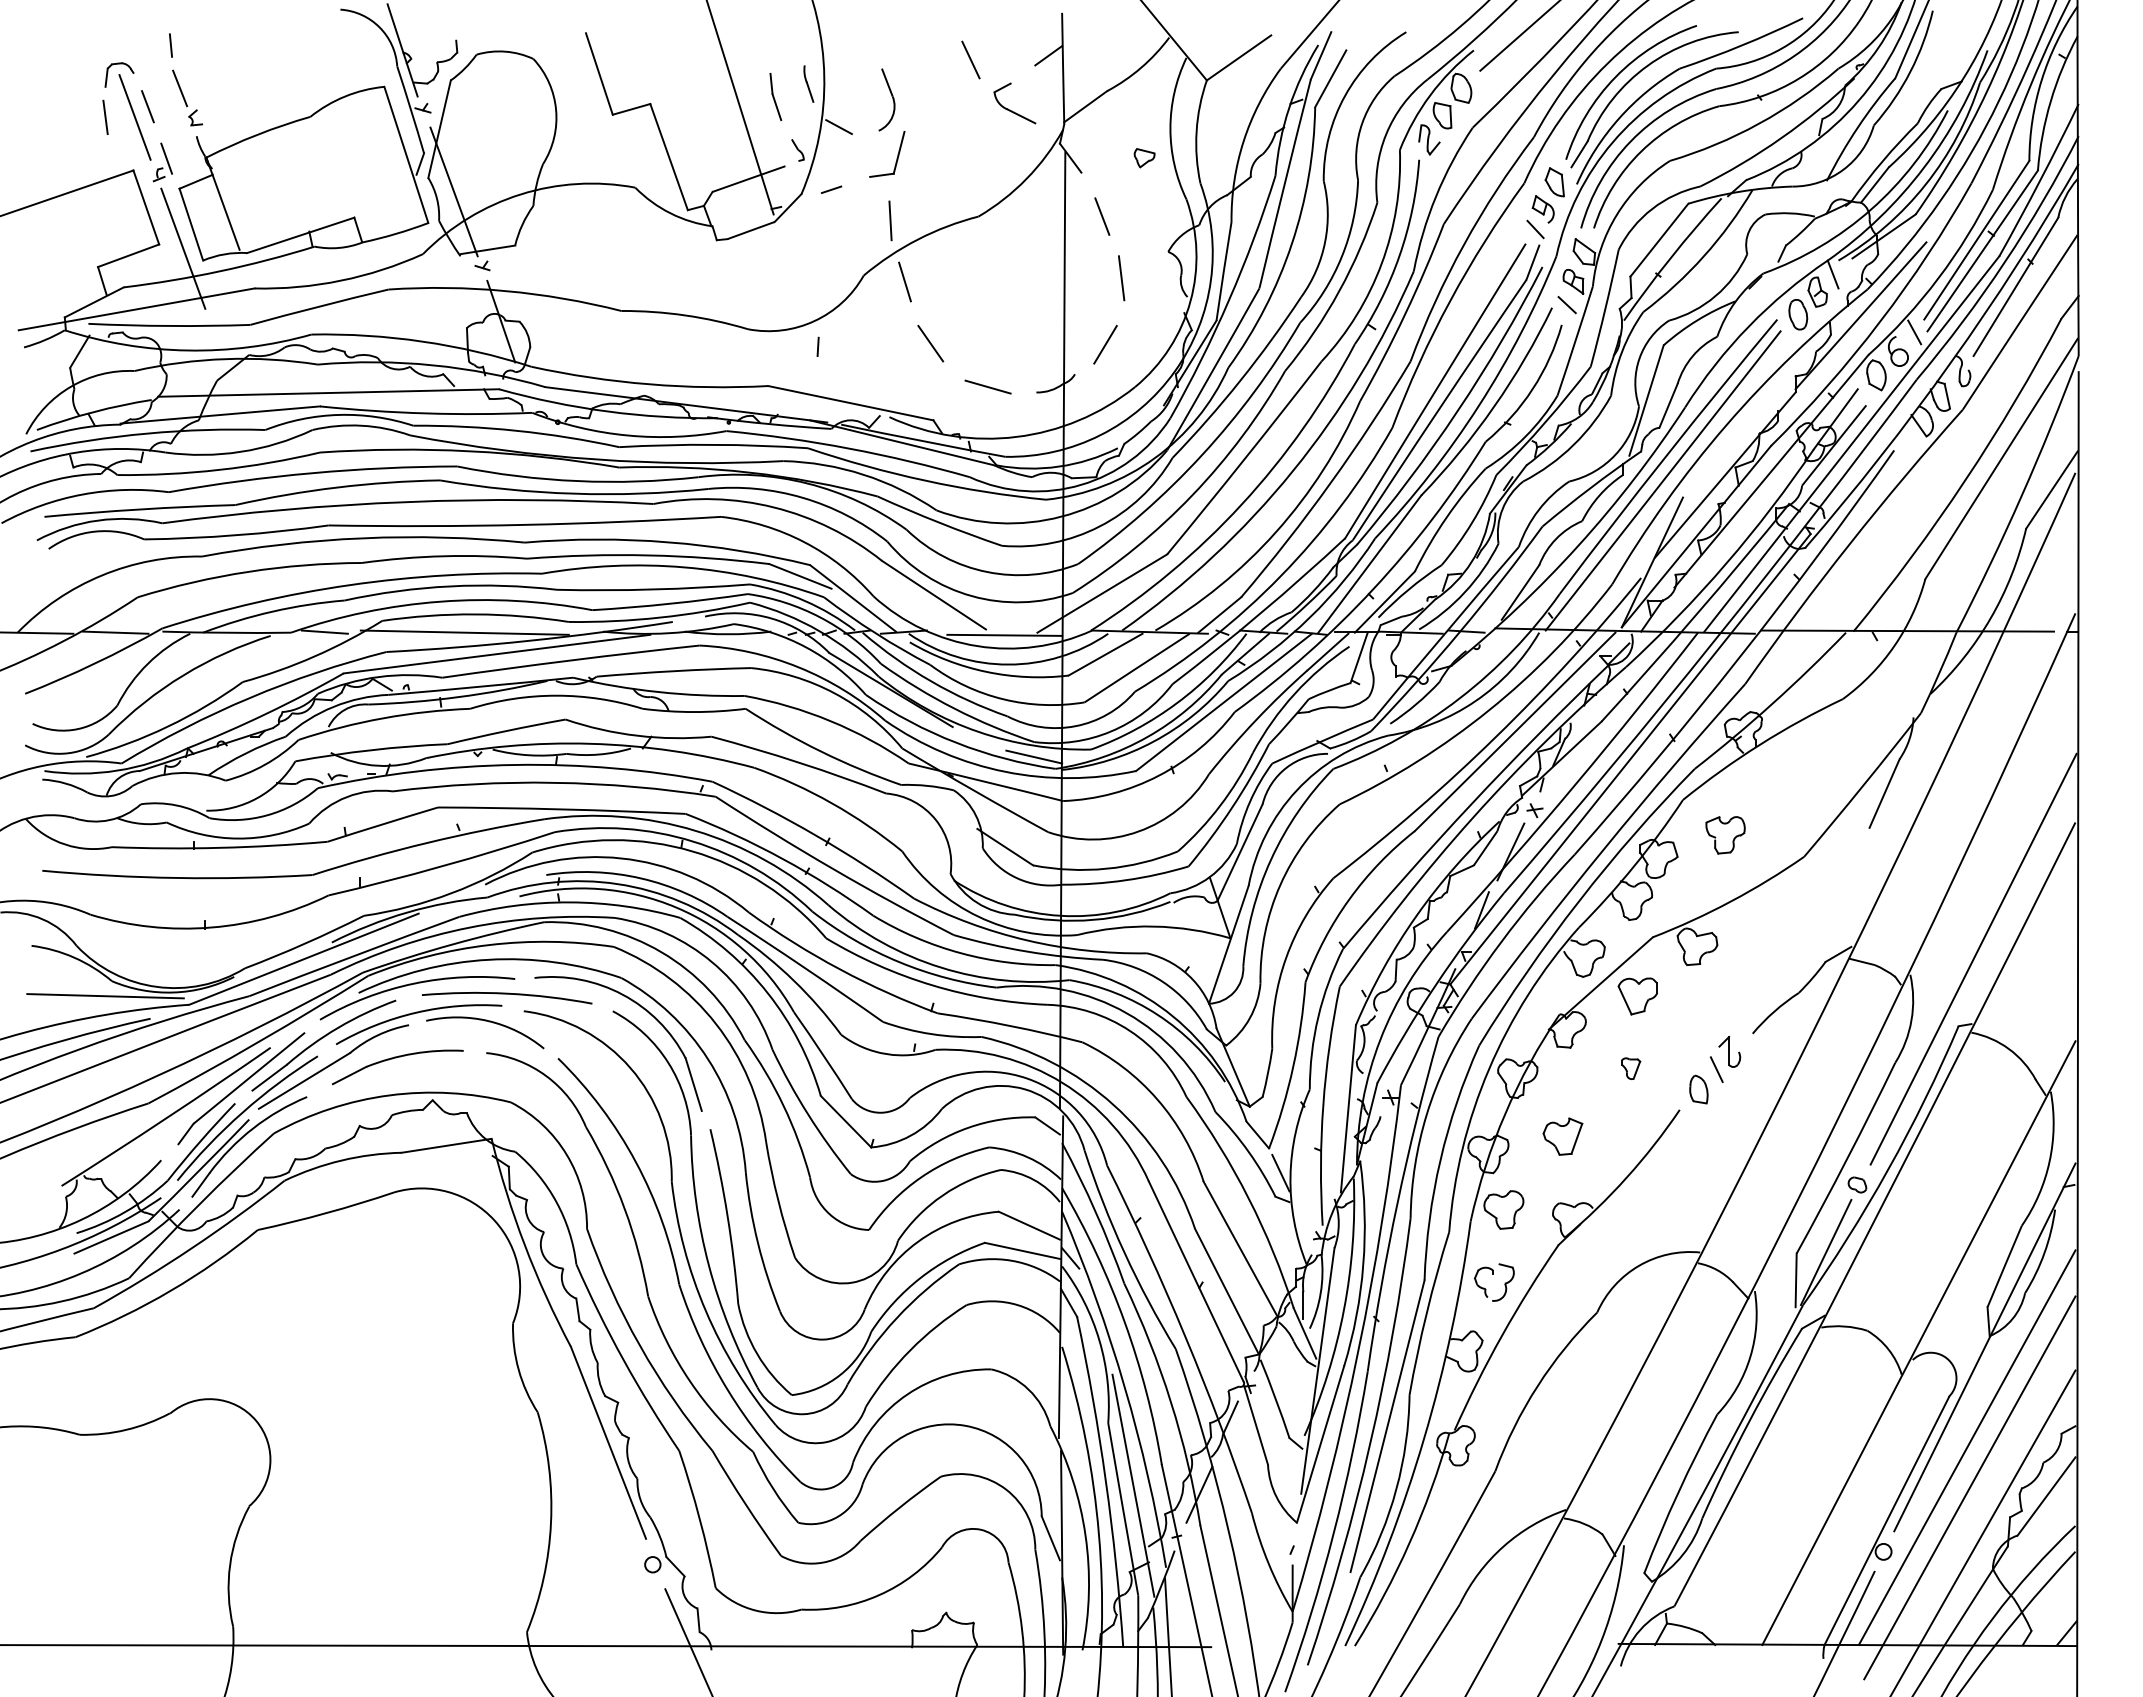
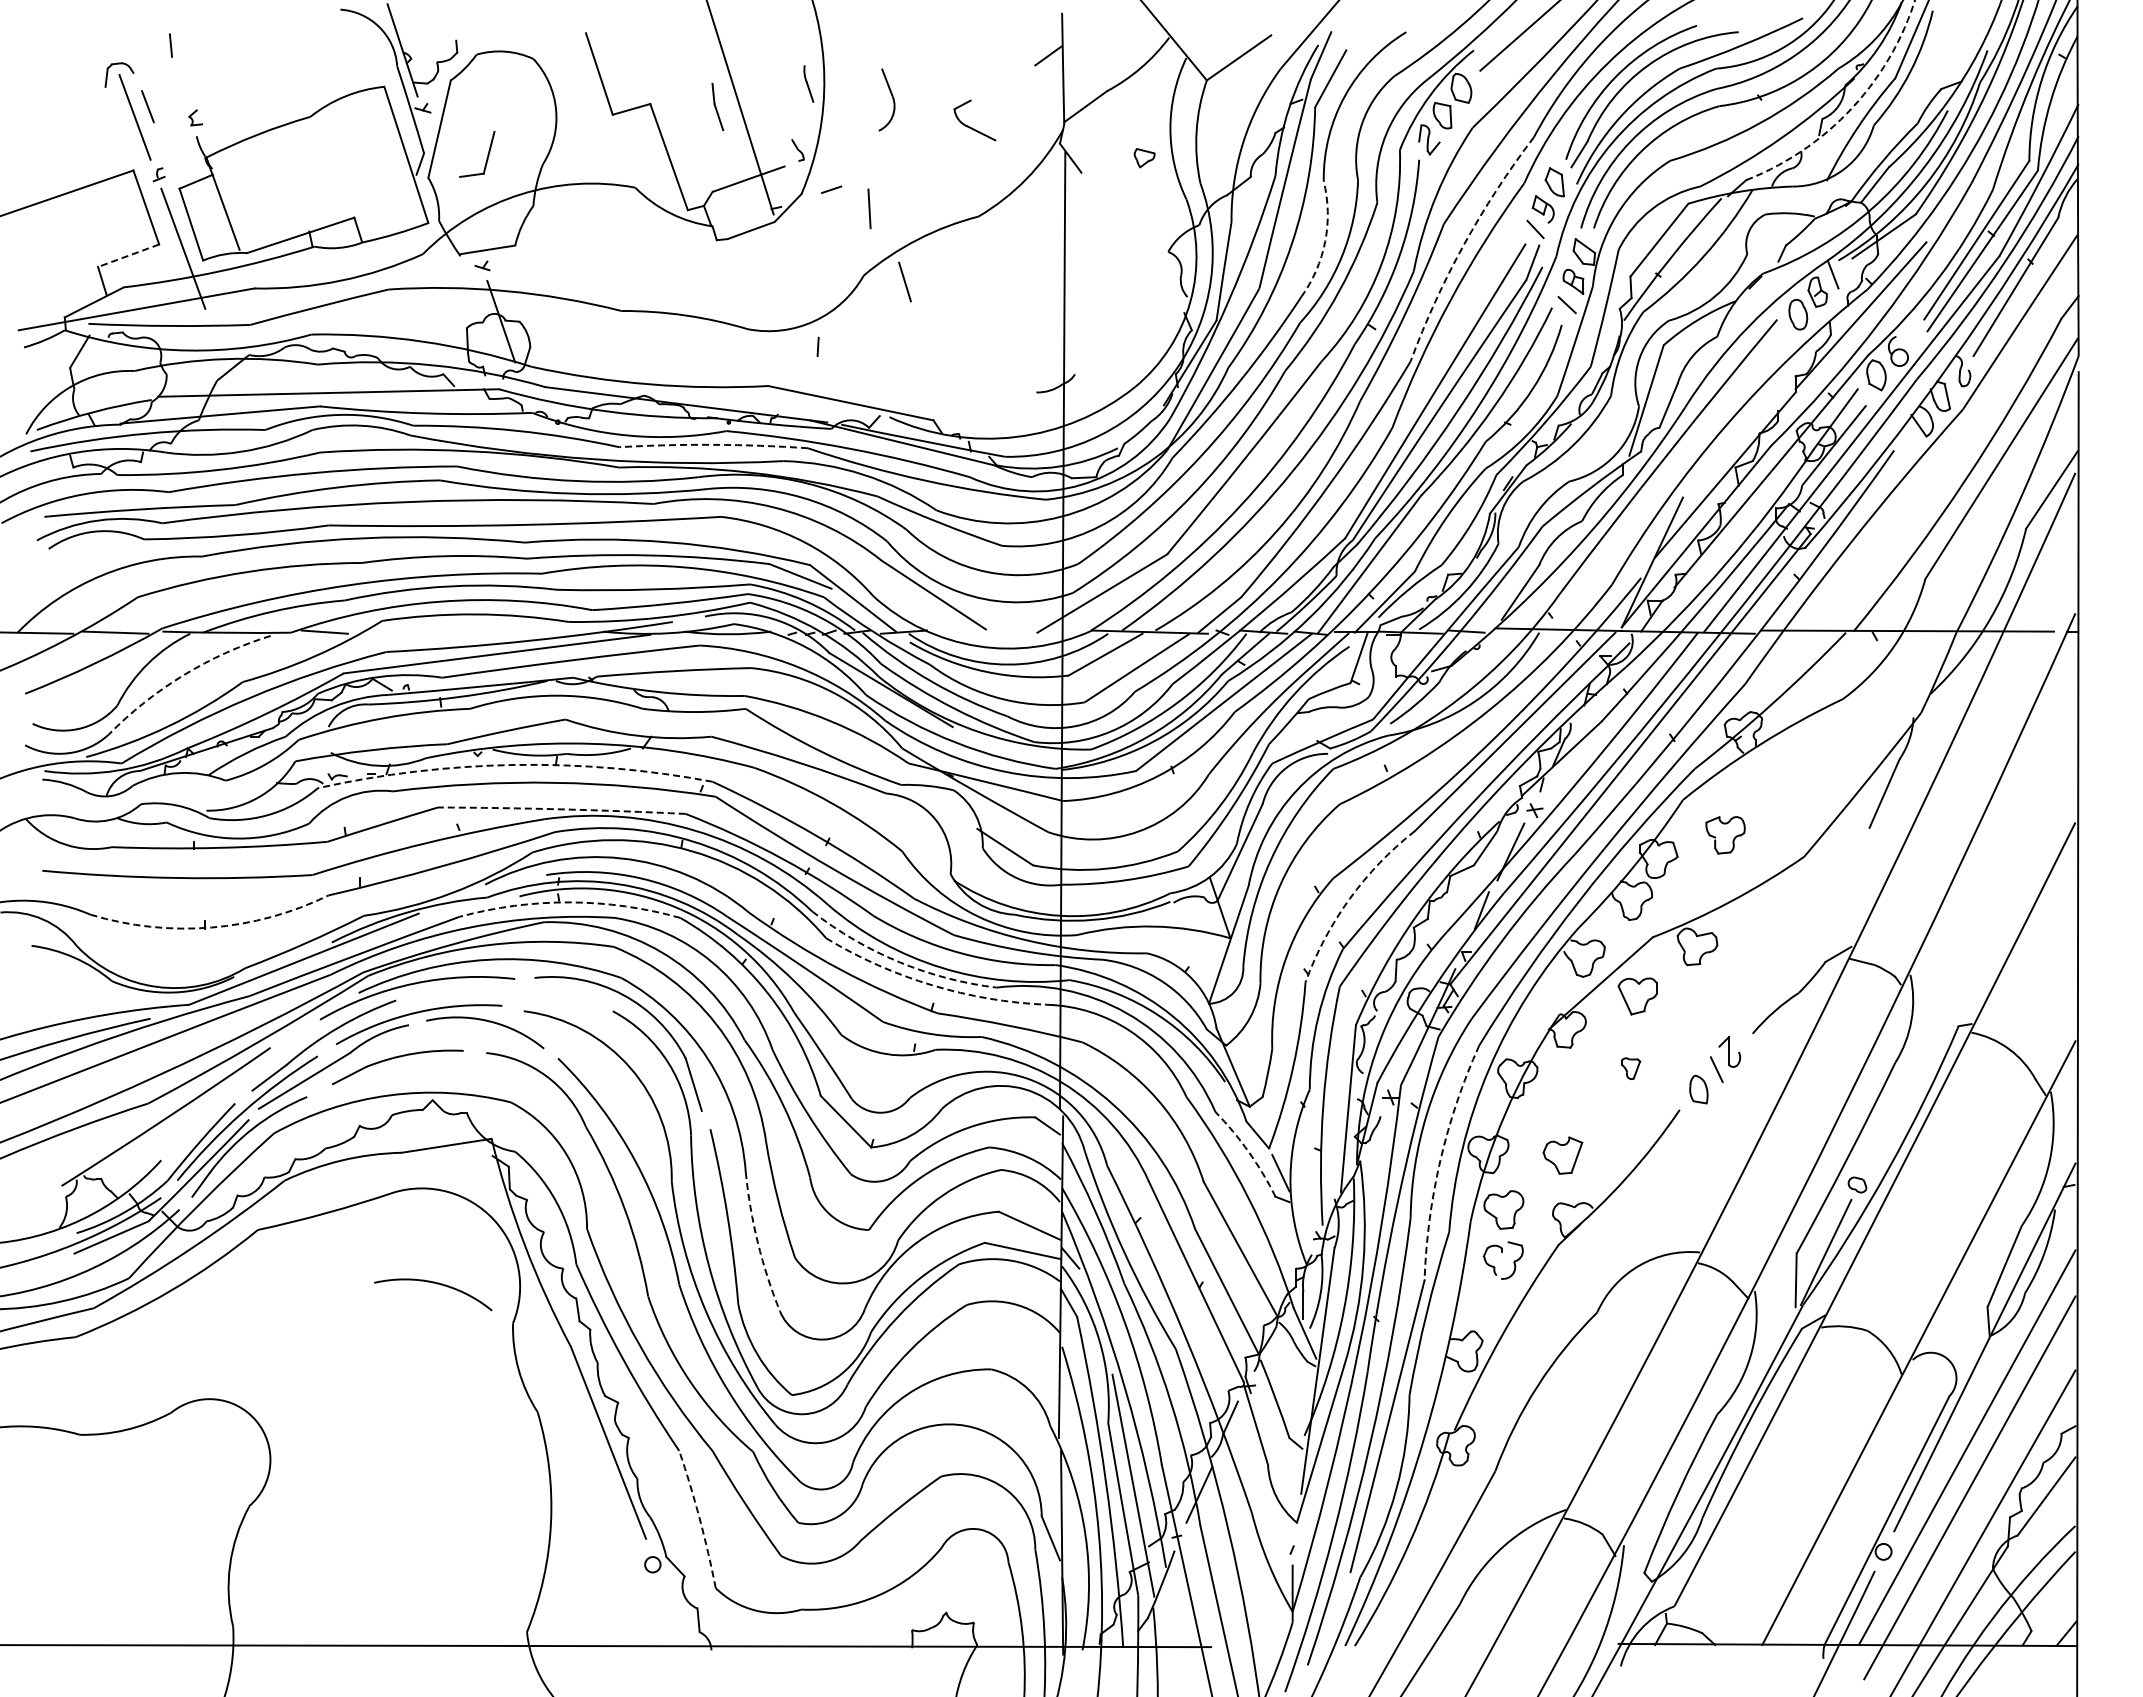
line at (970, 59): present -> none
line at (180, 88): present -> none
part at (775, 97) position: (775, 97) -> (717, 107)
arc at (1851, 108): solid -> dashed
part at (1010, 109) position: (1010, 109) -> (970, 126)
line at (105, 117): present -> none
line at (838, 127): present -> none
line at (166, 158): present -> none
part at (896, 158) position: (896, 158) -> (486, 158)
line at (453, 191): present -> none
line at (1102, 216): present -> none
line at (890, 220) position: (890, 220) -> (869, 208)
arc at (1325, 241): solid -> dashed
arc at (1463, 244): solid -> dashed
line at (128, 255): solid -> dashed
line at (1121, 278): present -> none
line at (1914, 332): present -> none
line at (930, 343): present -> none
line at (1105, 344): present -> none
line at (987, 386): present -> none
arc at (713, 444): solid -> dashed
line at (1662, 480): present -> none
line at (464, 632): present -> none
line at (1004, 634): present -> none
arc at (183, 675): solid -> dashed
line at (1034, 756): present -> none
arc at (514, 764): solid -> dashed
arc at (561, 809): solid -> dashed
arc at (1349, 899): solid -> dashed
arc at (569, 902): solid -> dashed
arc at (211, 927): solid -> dashed
line at (1973, 958): present -> none
arc at (899, 962): solid -> dashed
arc at (932, 985): solid -> dashed
arc at (507, 994): present -> none
line at (105, 996): present -> none
part at (241, 1088): present -> none
part at (1562, 1136) position: (1562, 1136) -> (1562, 1155)
arc at (1248, 1152): solid -> dashed
arc at (1440, 1160): solid -> dashed
arc at (757, 1243): solid -> dashed
part at (1493, 1274) position: (1493, 1274) -> (1502, 1252)
arc at (437, 1284): none -> present
arc at (699, 1518): solid -> dashed
line at (1168, 1635): present -> none
line at (688, 1641): present -> none
